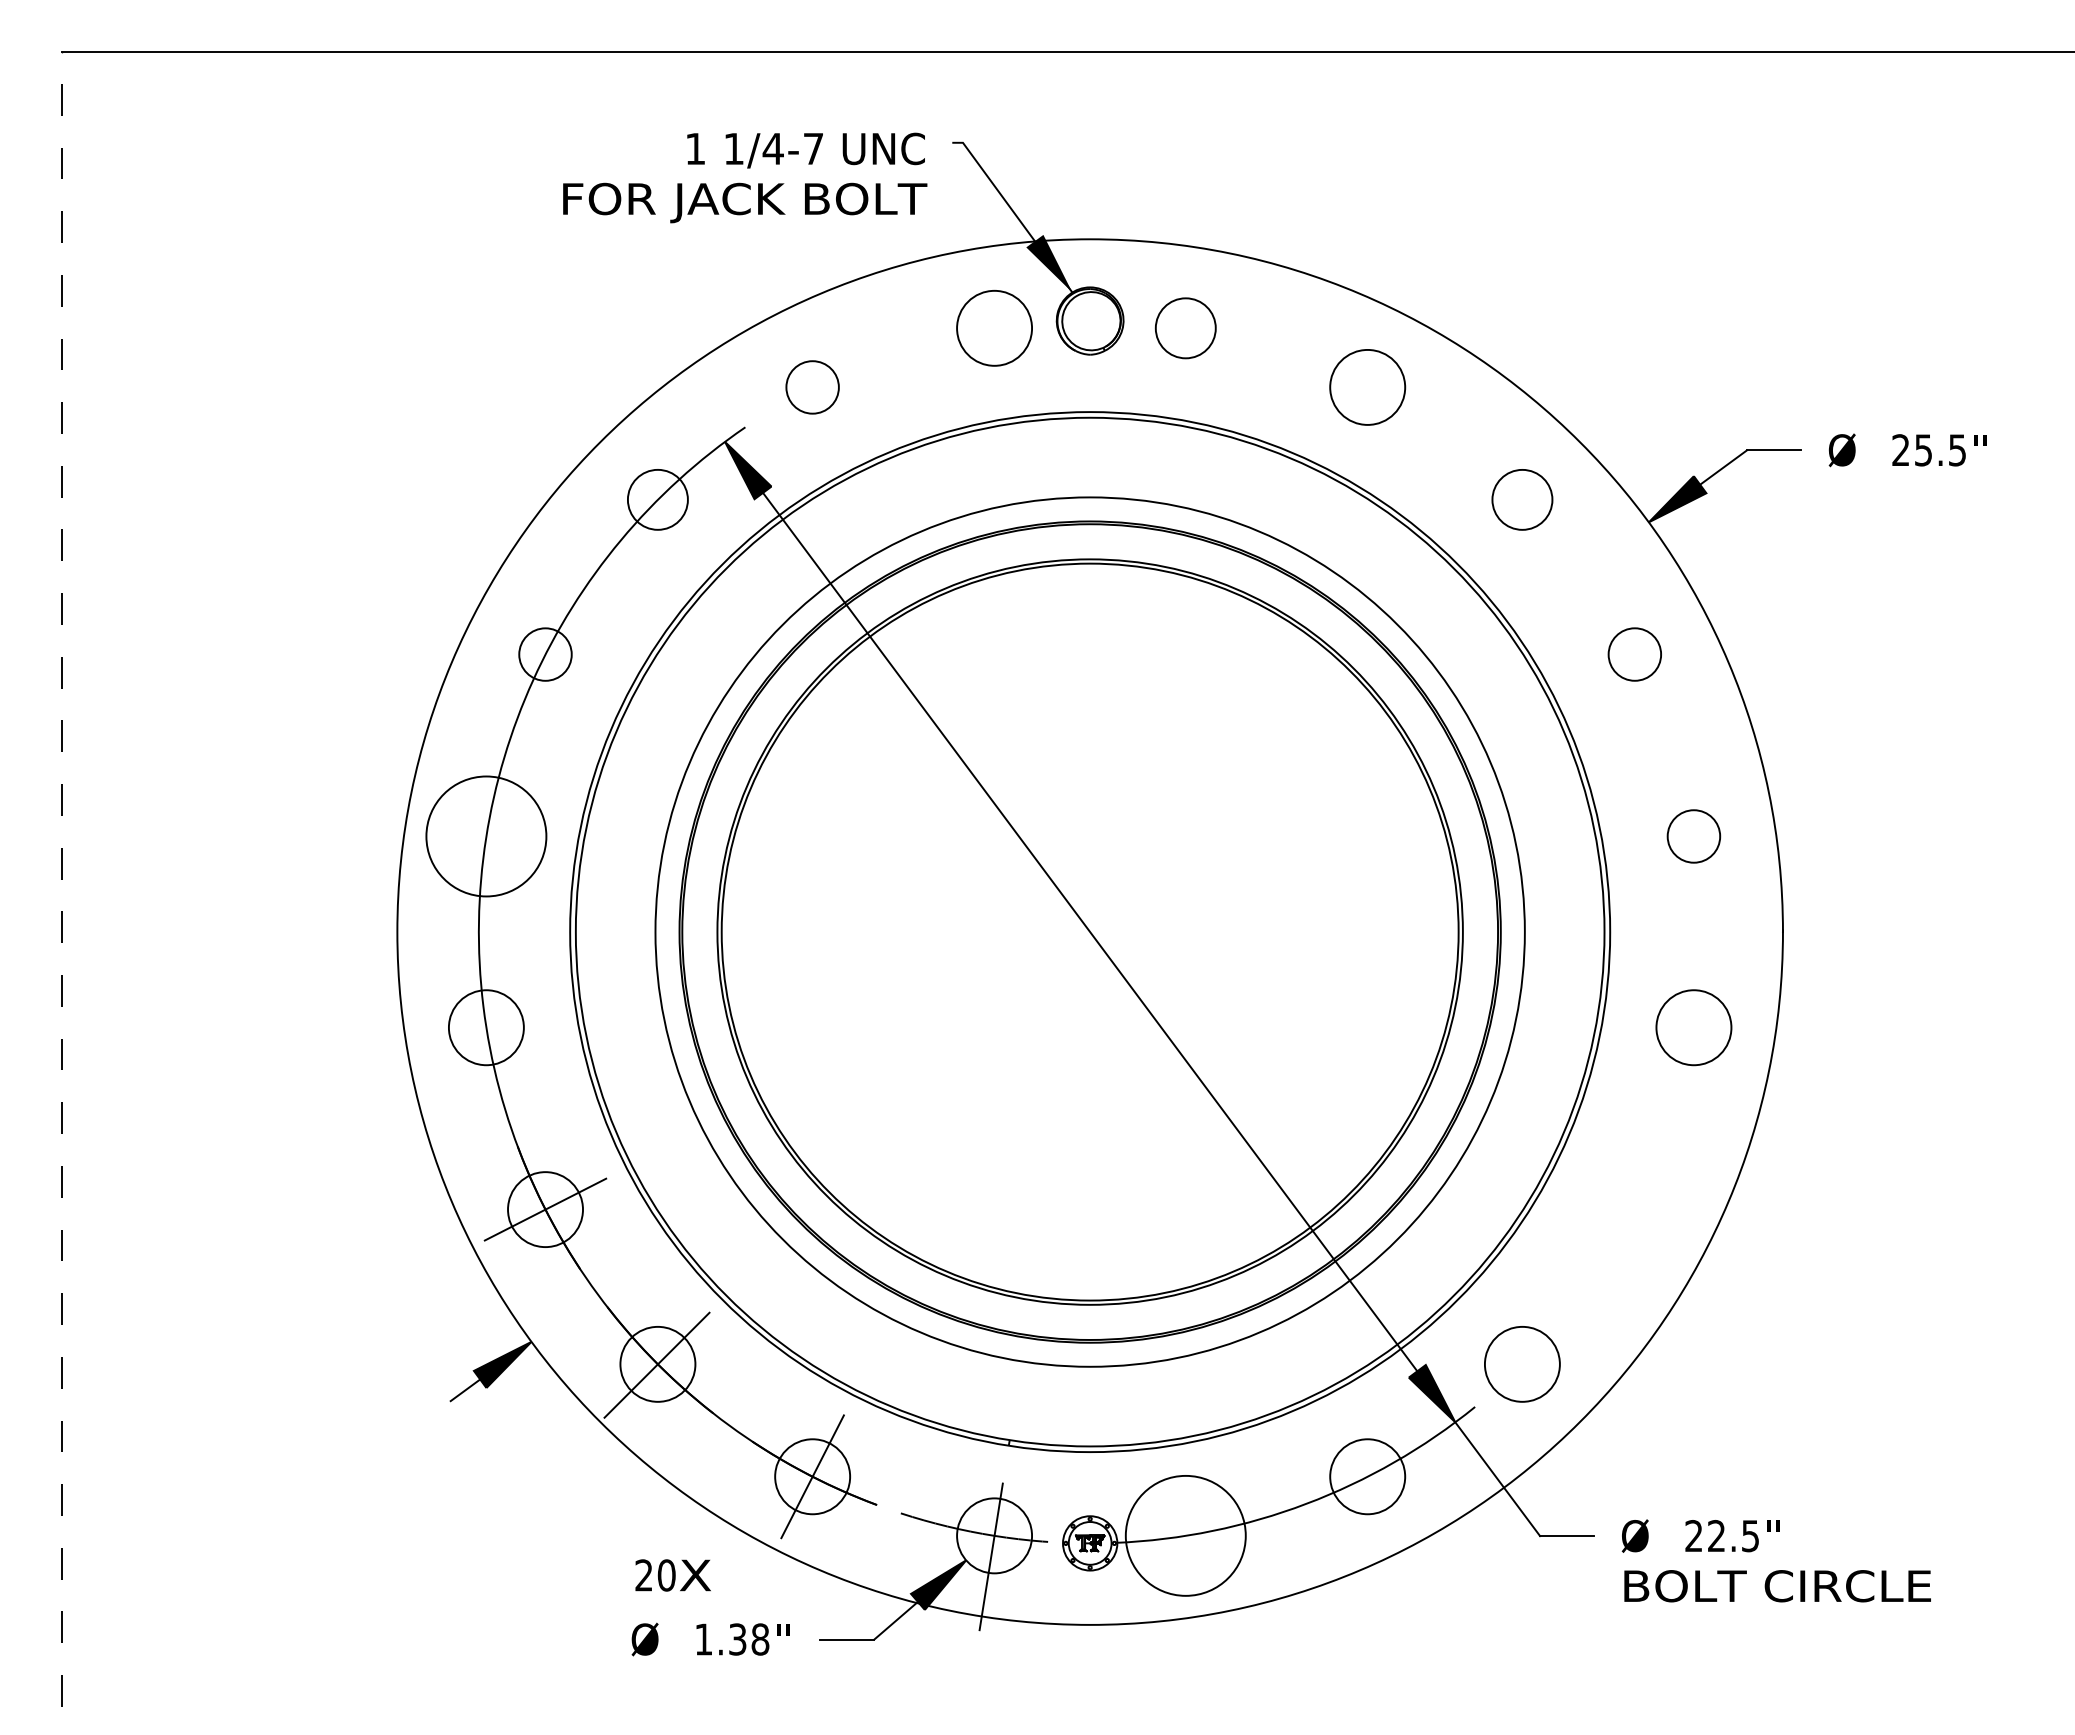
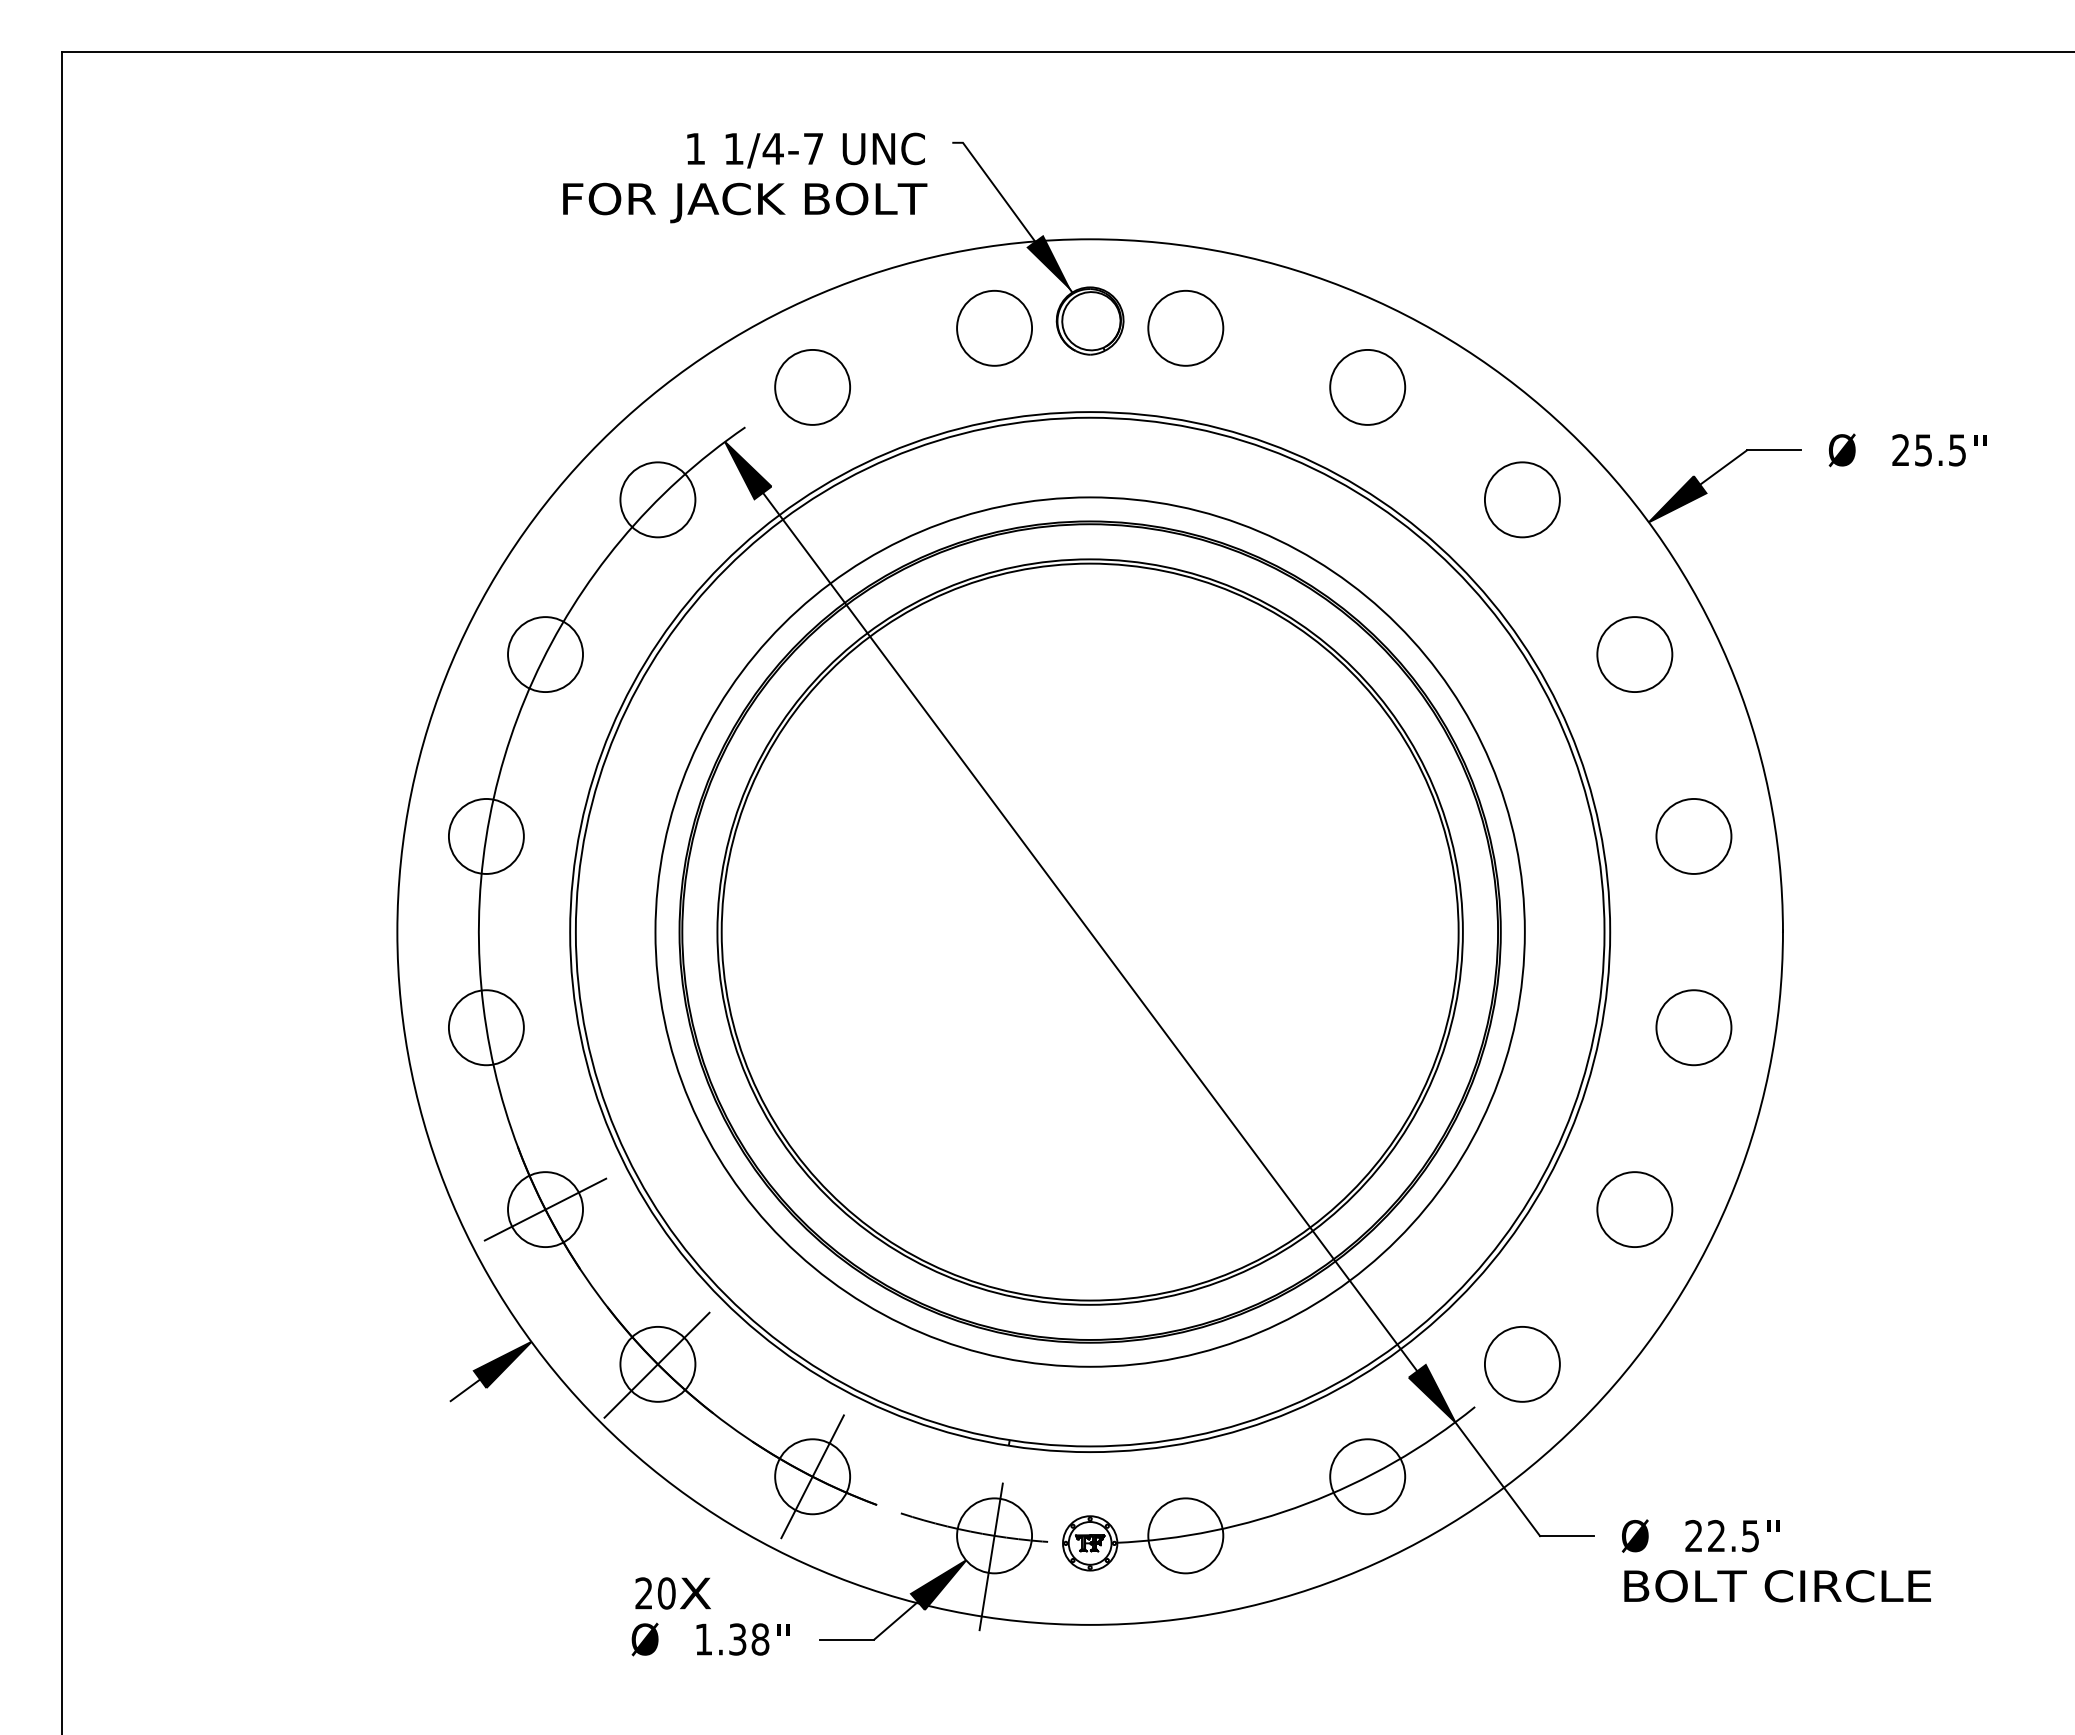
circle at (1185, 328) diameter: 60 px -> 75 px
circle at (812, 387) diameter: 52 px -> 75 px
circle at (657, 499) diameter: 60 px -> 75 px
circle at (1522, 499) size: 63x62 px -> 77x78 px
circle at (545, 654) diameter: 52 px -> 75 px
circle at (1634, 654) size: 55x55 px -> 78x77 px
circle at (486, 836) diameter: 120 px -> 75 px
circle at (1693, 836) diameter: 52 px -> 75 px
line at (62, 893): dashed -> solid
circle at (1634, 1209): none -> present
circle at (1185, 1535) diameter: 120 px -> 75 px
text at (672, 1575) position: (672, 1575) -> (672, 1593)
